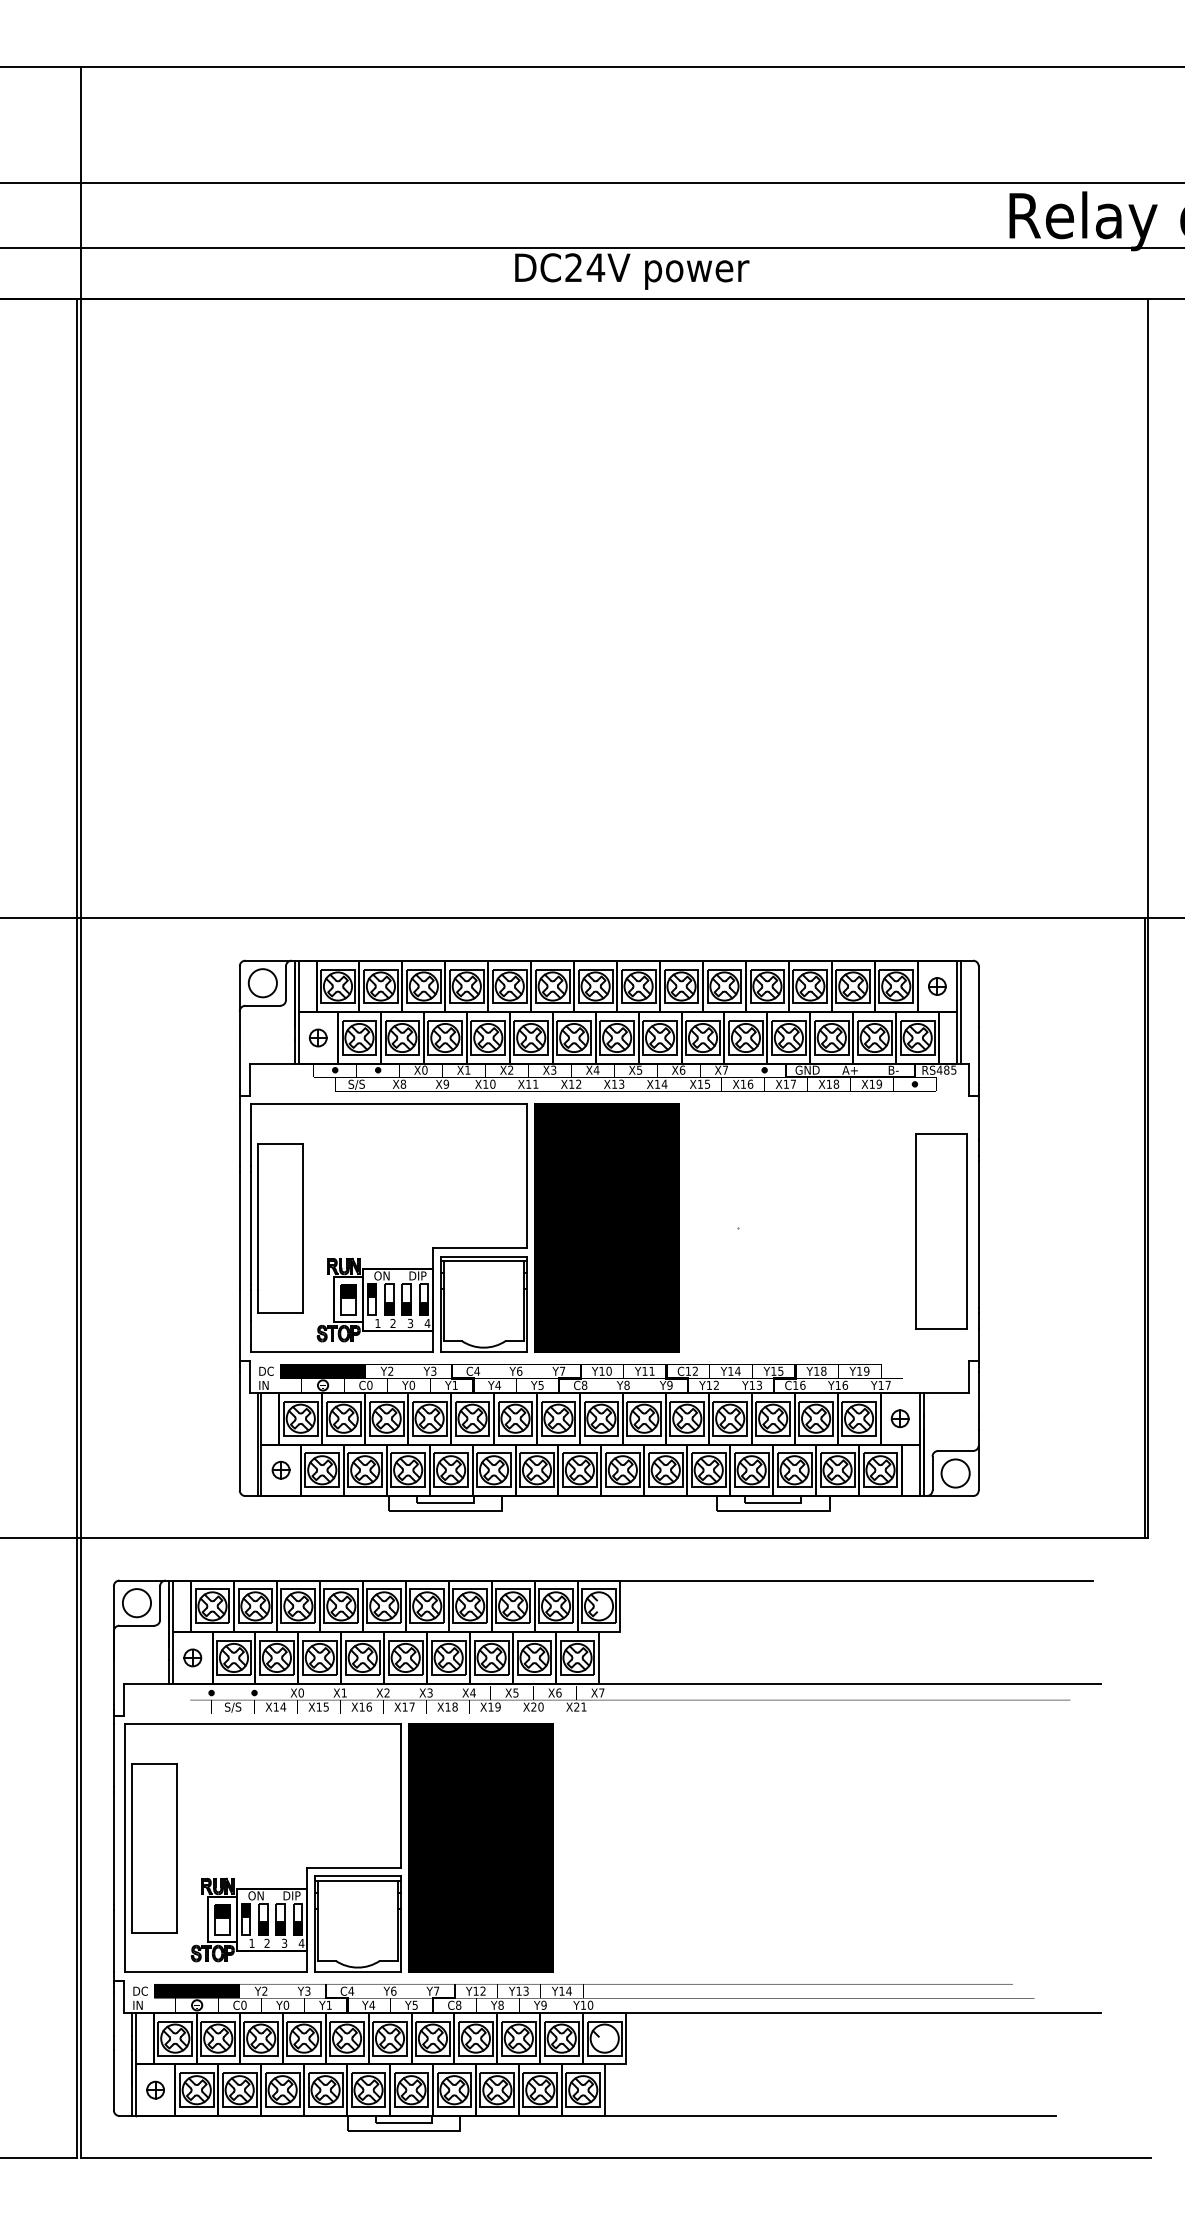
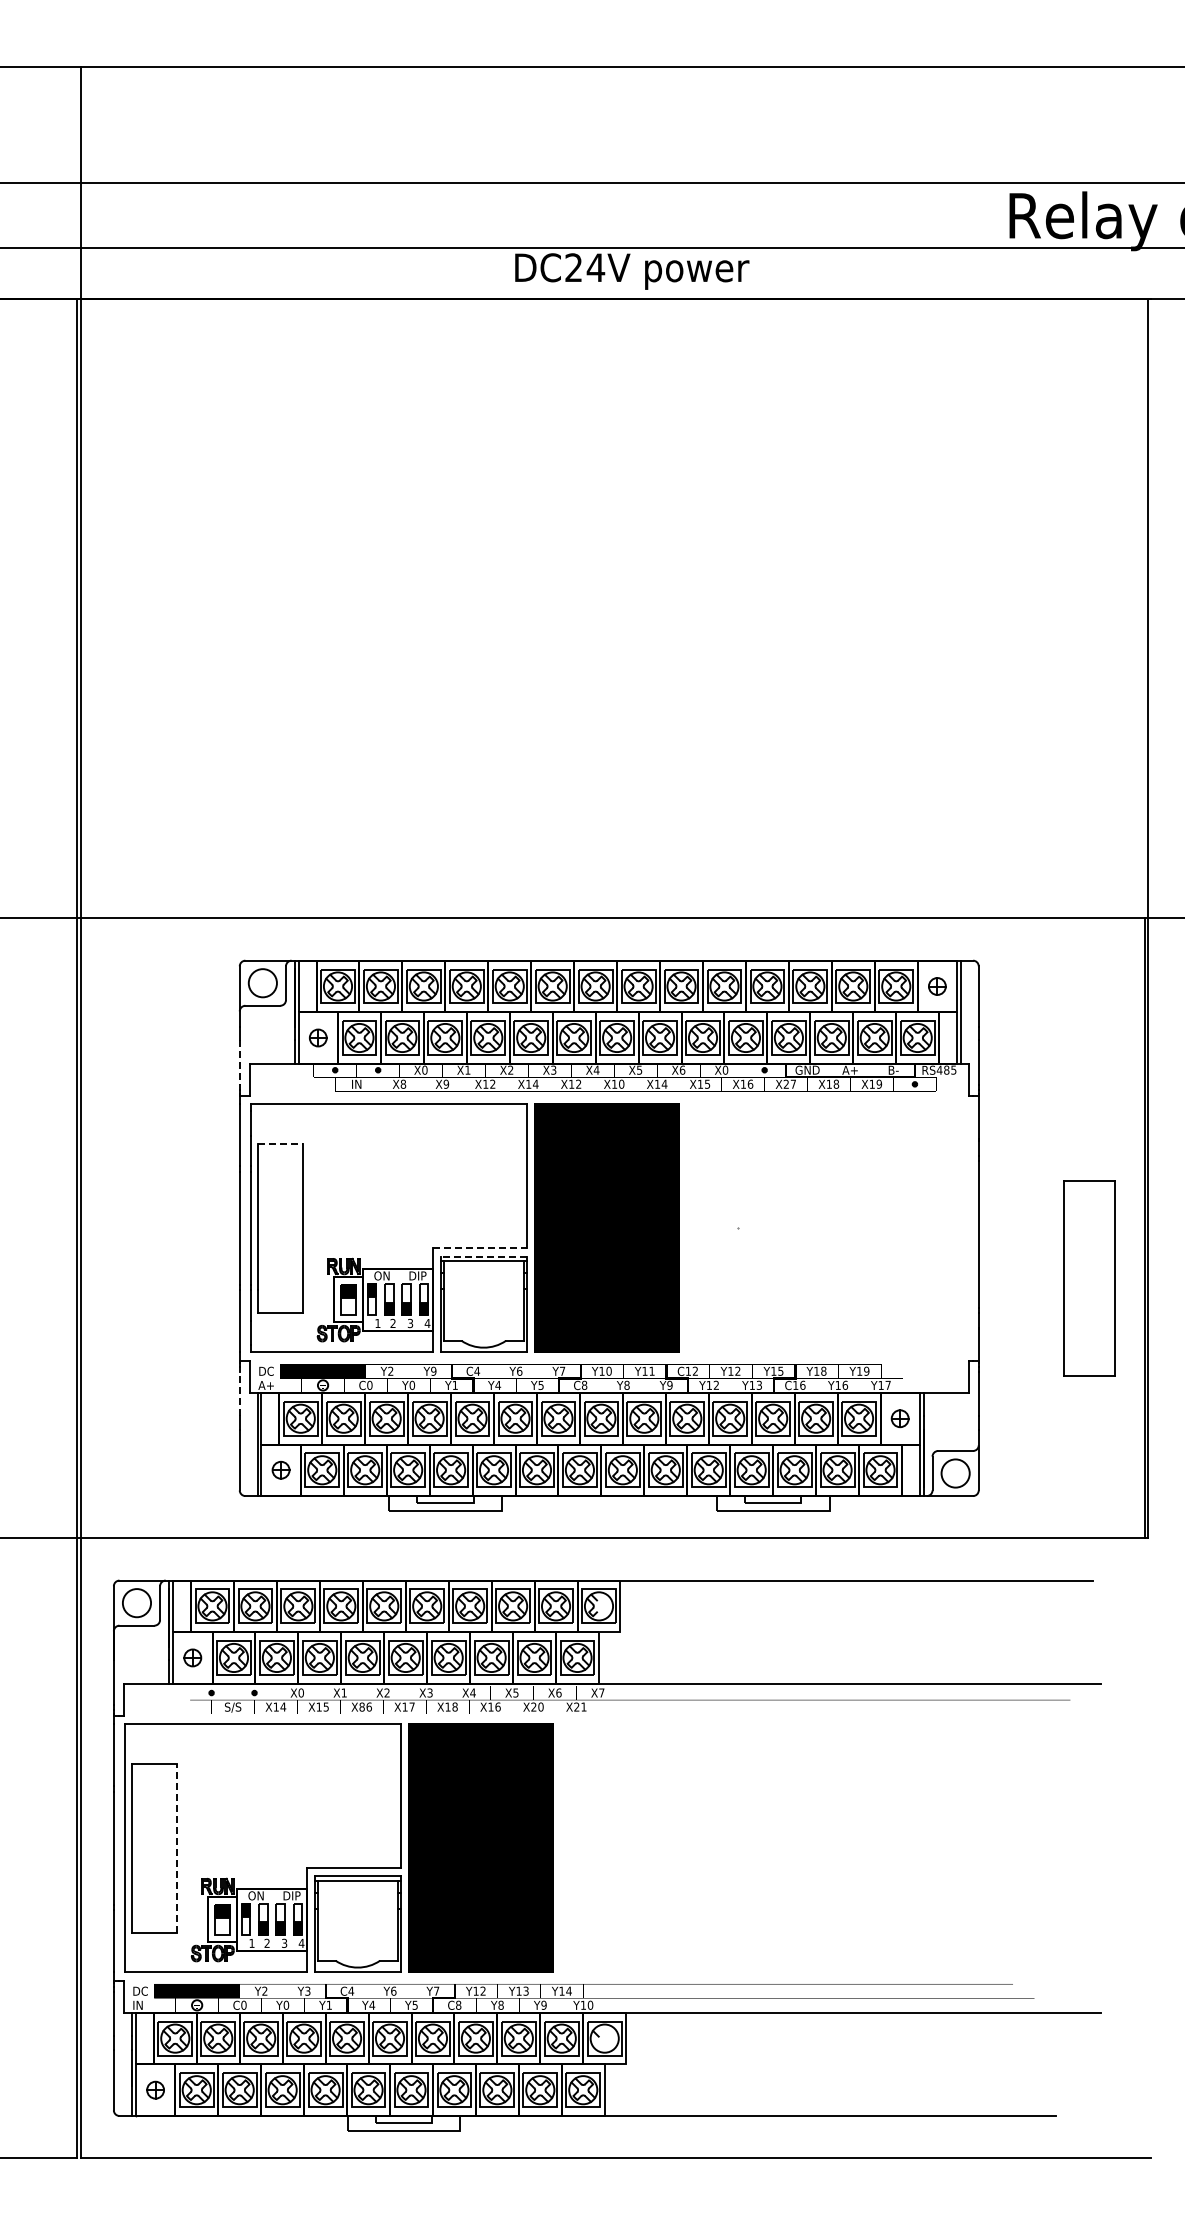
line at (239, 1063): solid -> dashed
text at (725, 1069): X7 -> X0
text at (492, 1083): X10 -> X12
text at (535, 1083): X11 -> X14
text at (621, 1083): X13 -> X10
text at (785, 1083): X17 -> X27
text at (356, 1084): S/S -> IN
line at (280, 1143): solid -> dashed
part at (941, 1231) position: (941, 1231) -> (1089, 1278)
line at (480, 1248): solid -> dashed
line at (483, 1256): solid -> dashed
text at (433, 1370): Y3 -> Y9
text at (737, 1370): Y14 -> Y12
text at (265, 1385): IN -> A+
line at (239, 1393): solid -> dashed
text at (361, 1706): X16 -> X86
text at (497, 1706): X19 -> X16
line at (176, 1848): solid -> dashed
